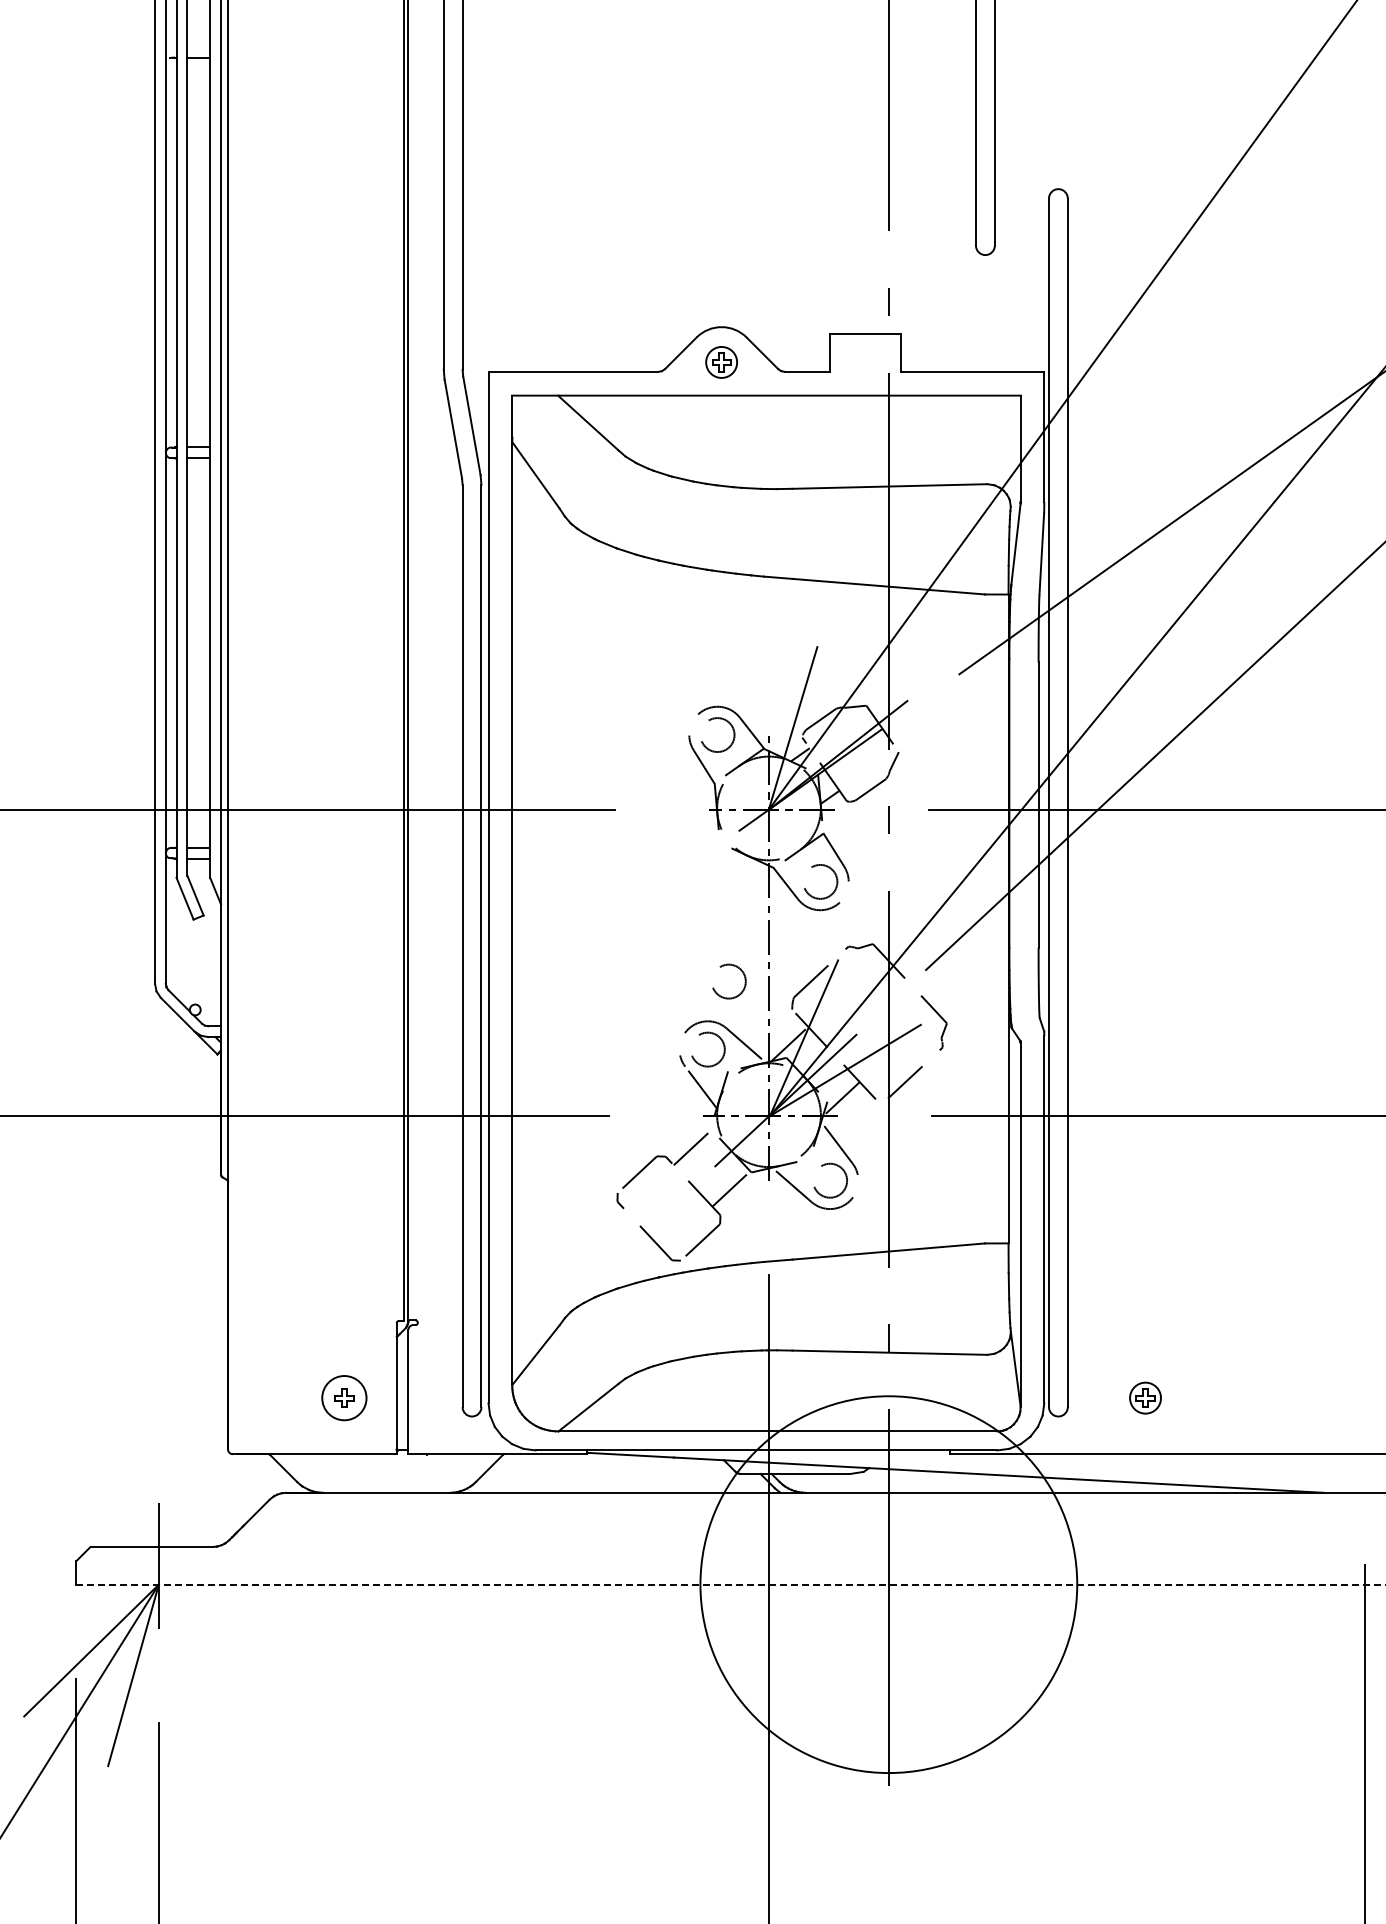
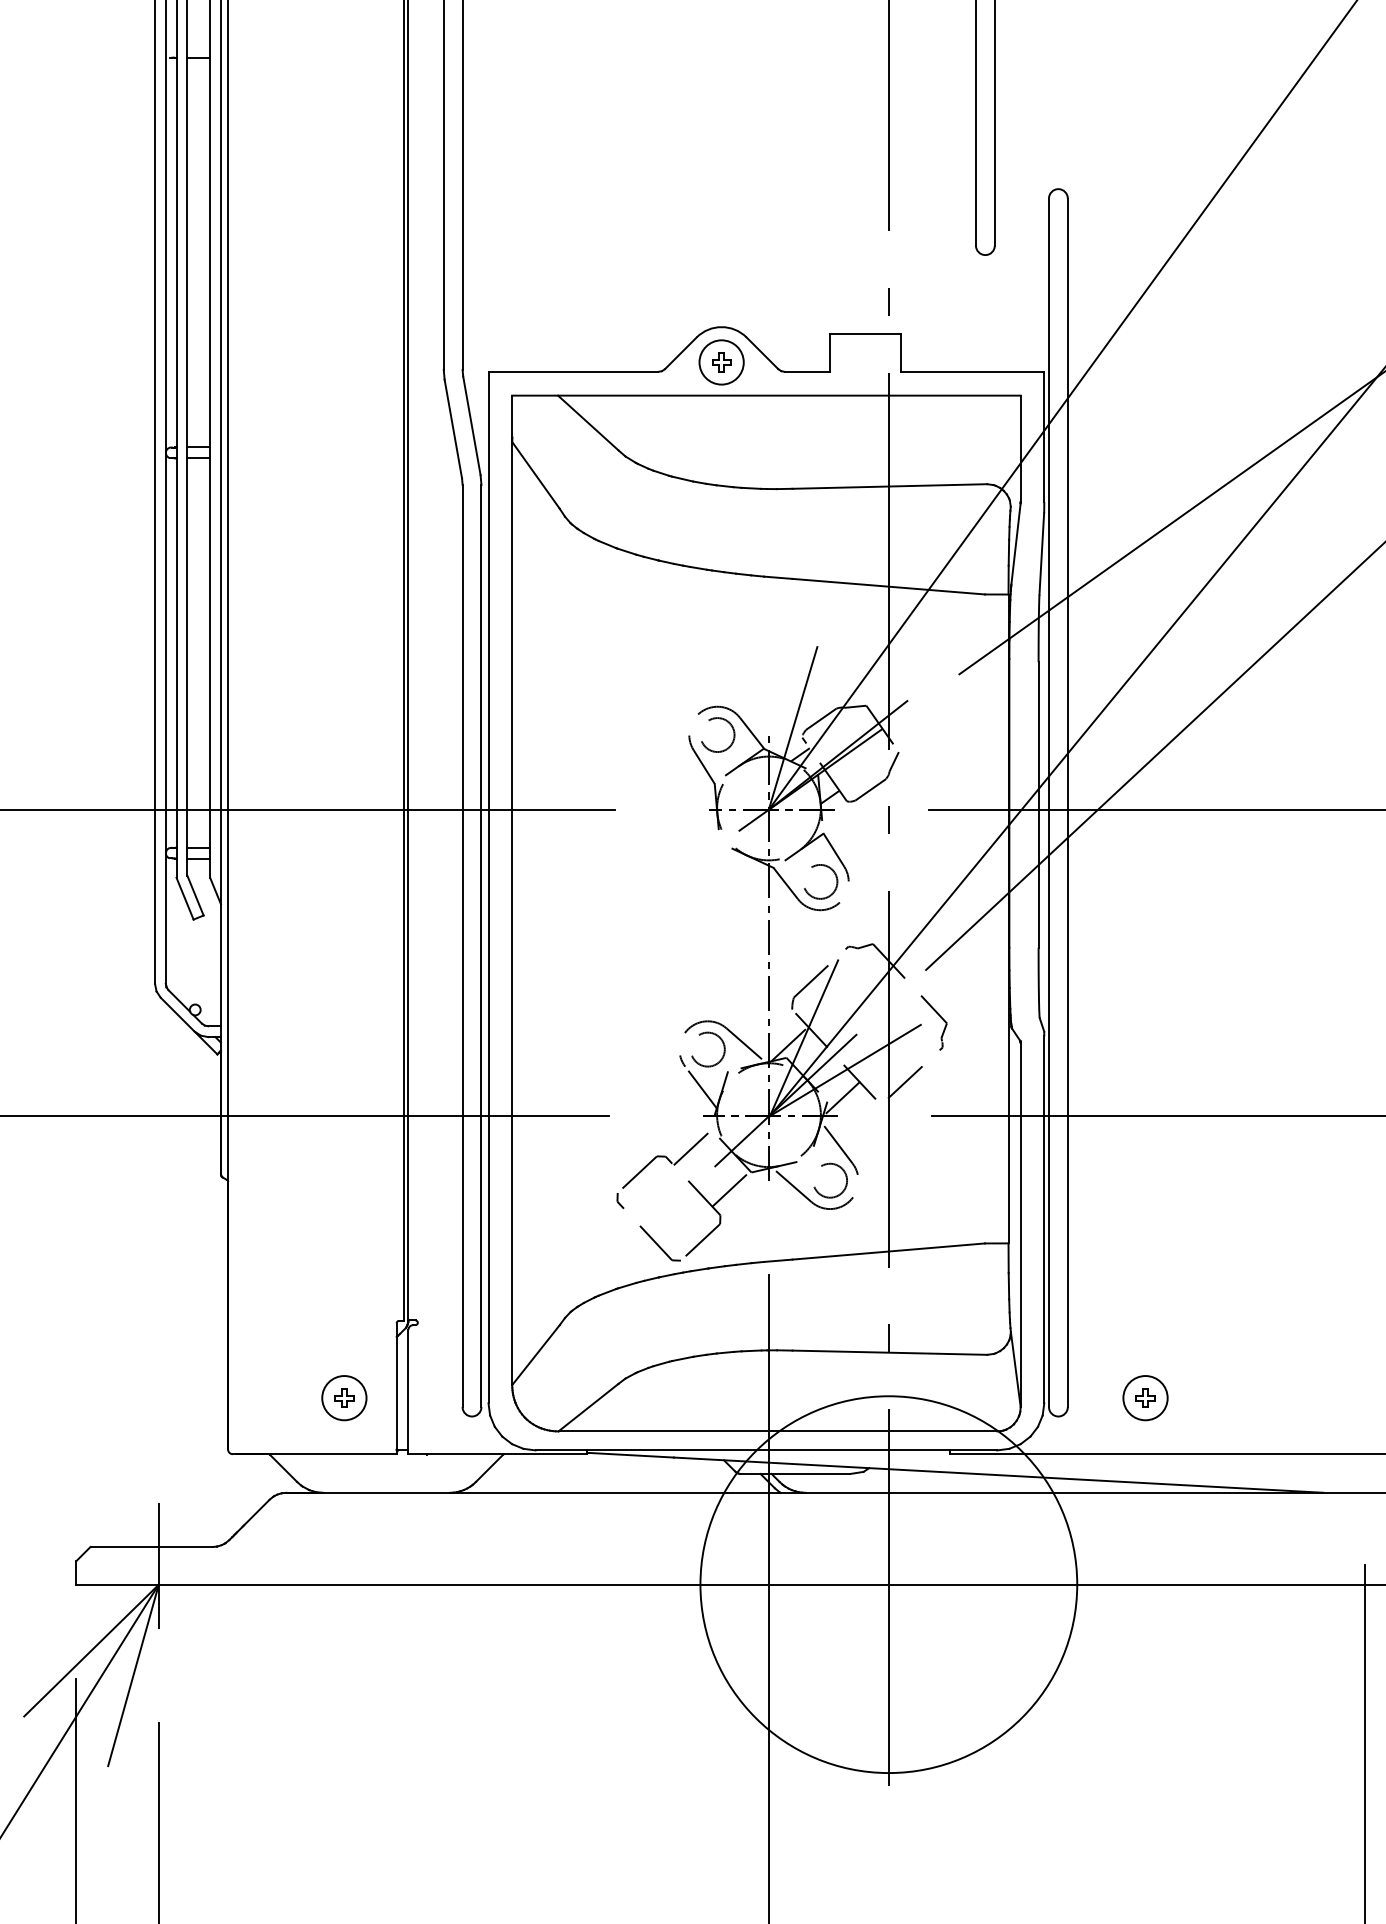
circle at (721, 361) diameter: 31 px -> 44 px
circle at (729, 981): present -> none
circle at (1145, 1397) diameter: 31 px -> 44 px
line at (731, 1584): dashed -> solid
